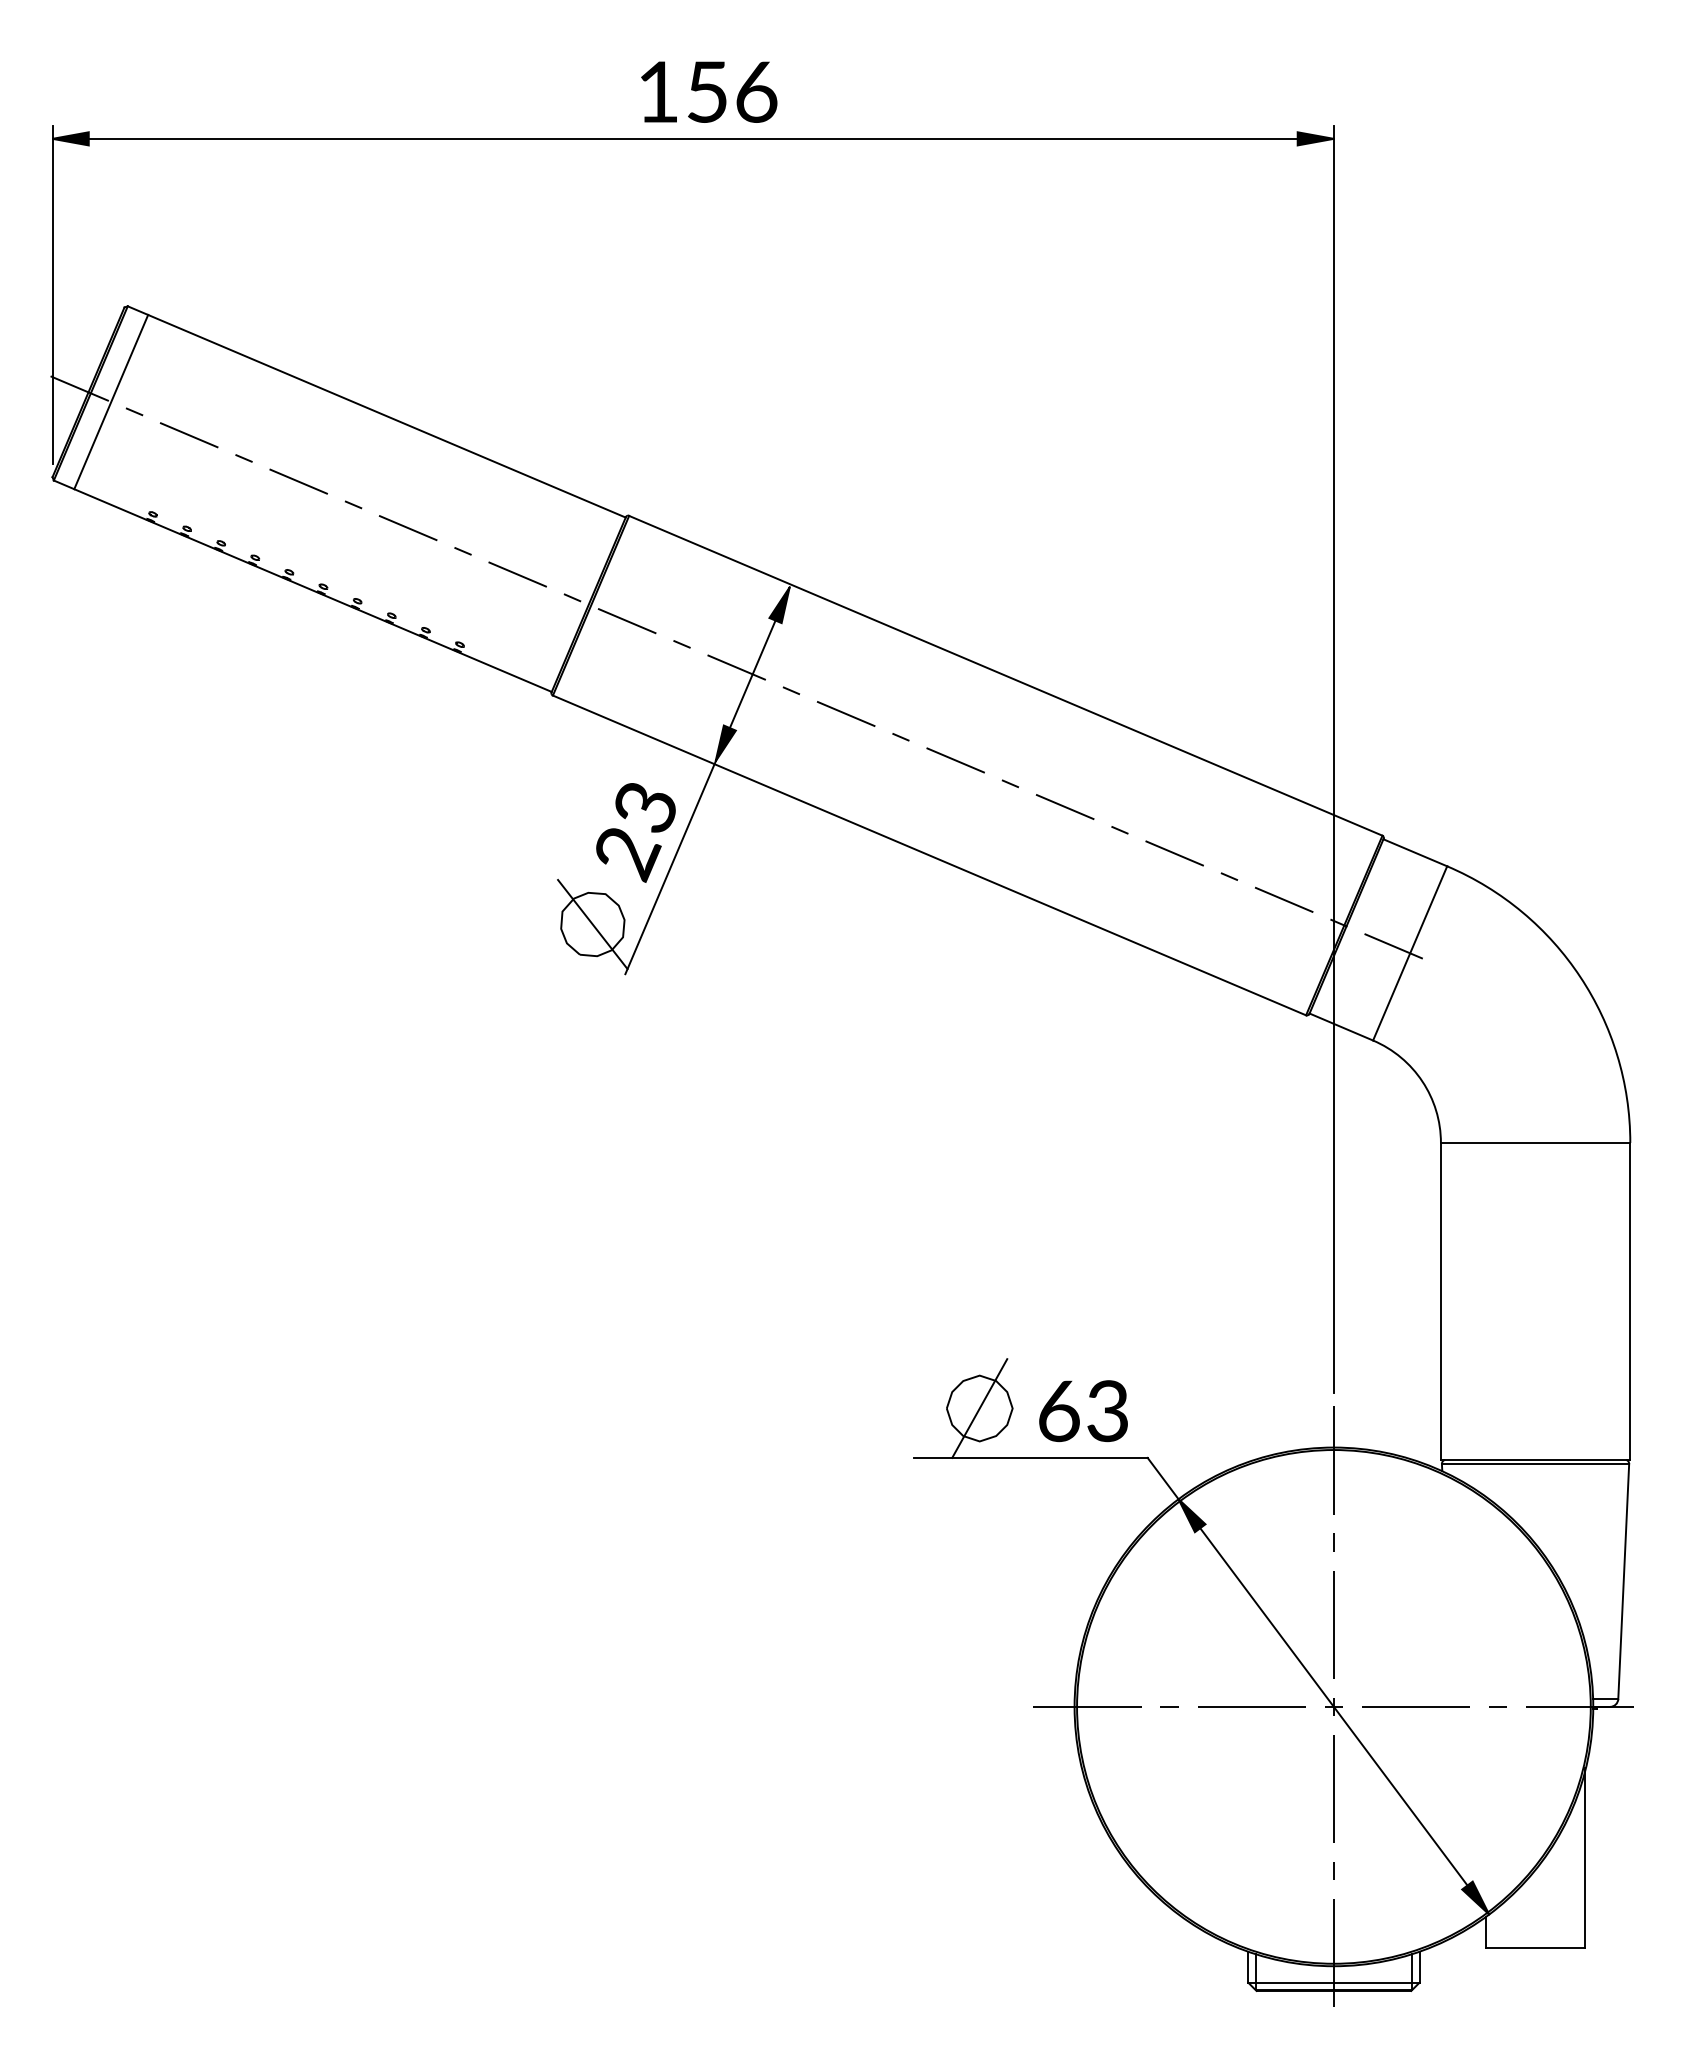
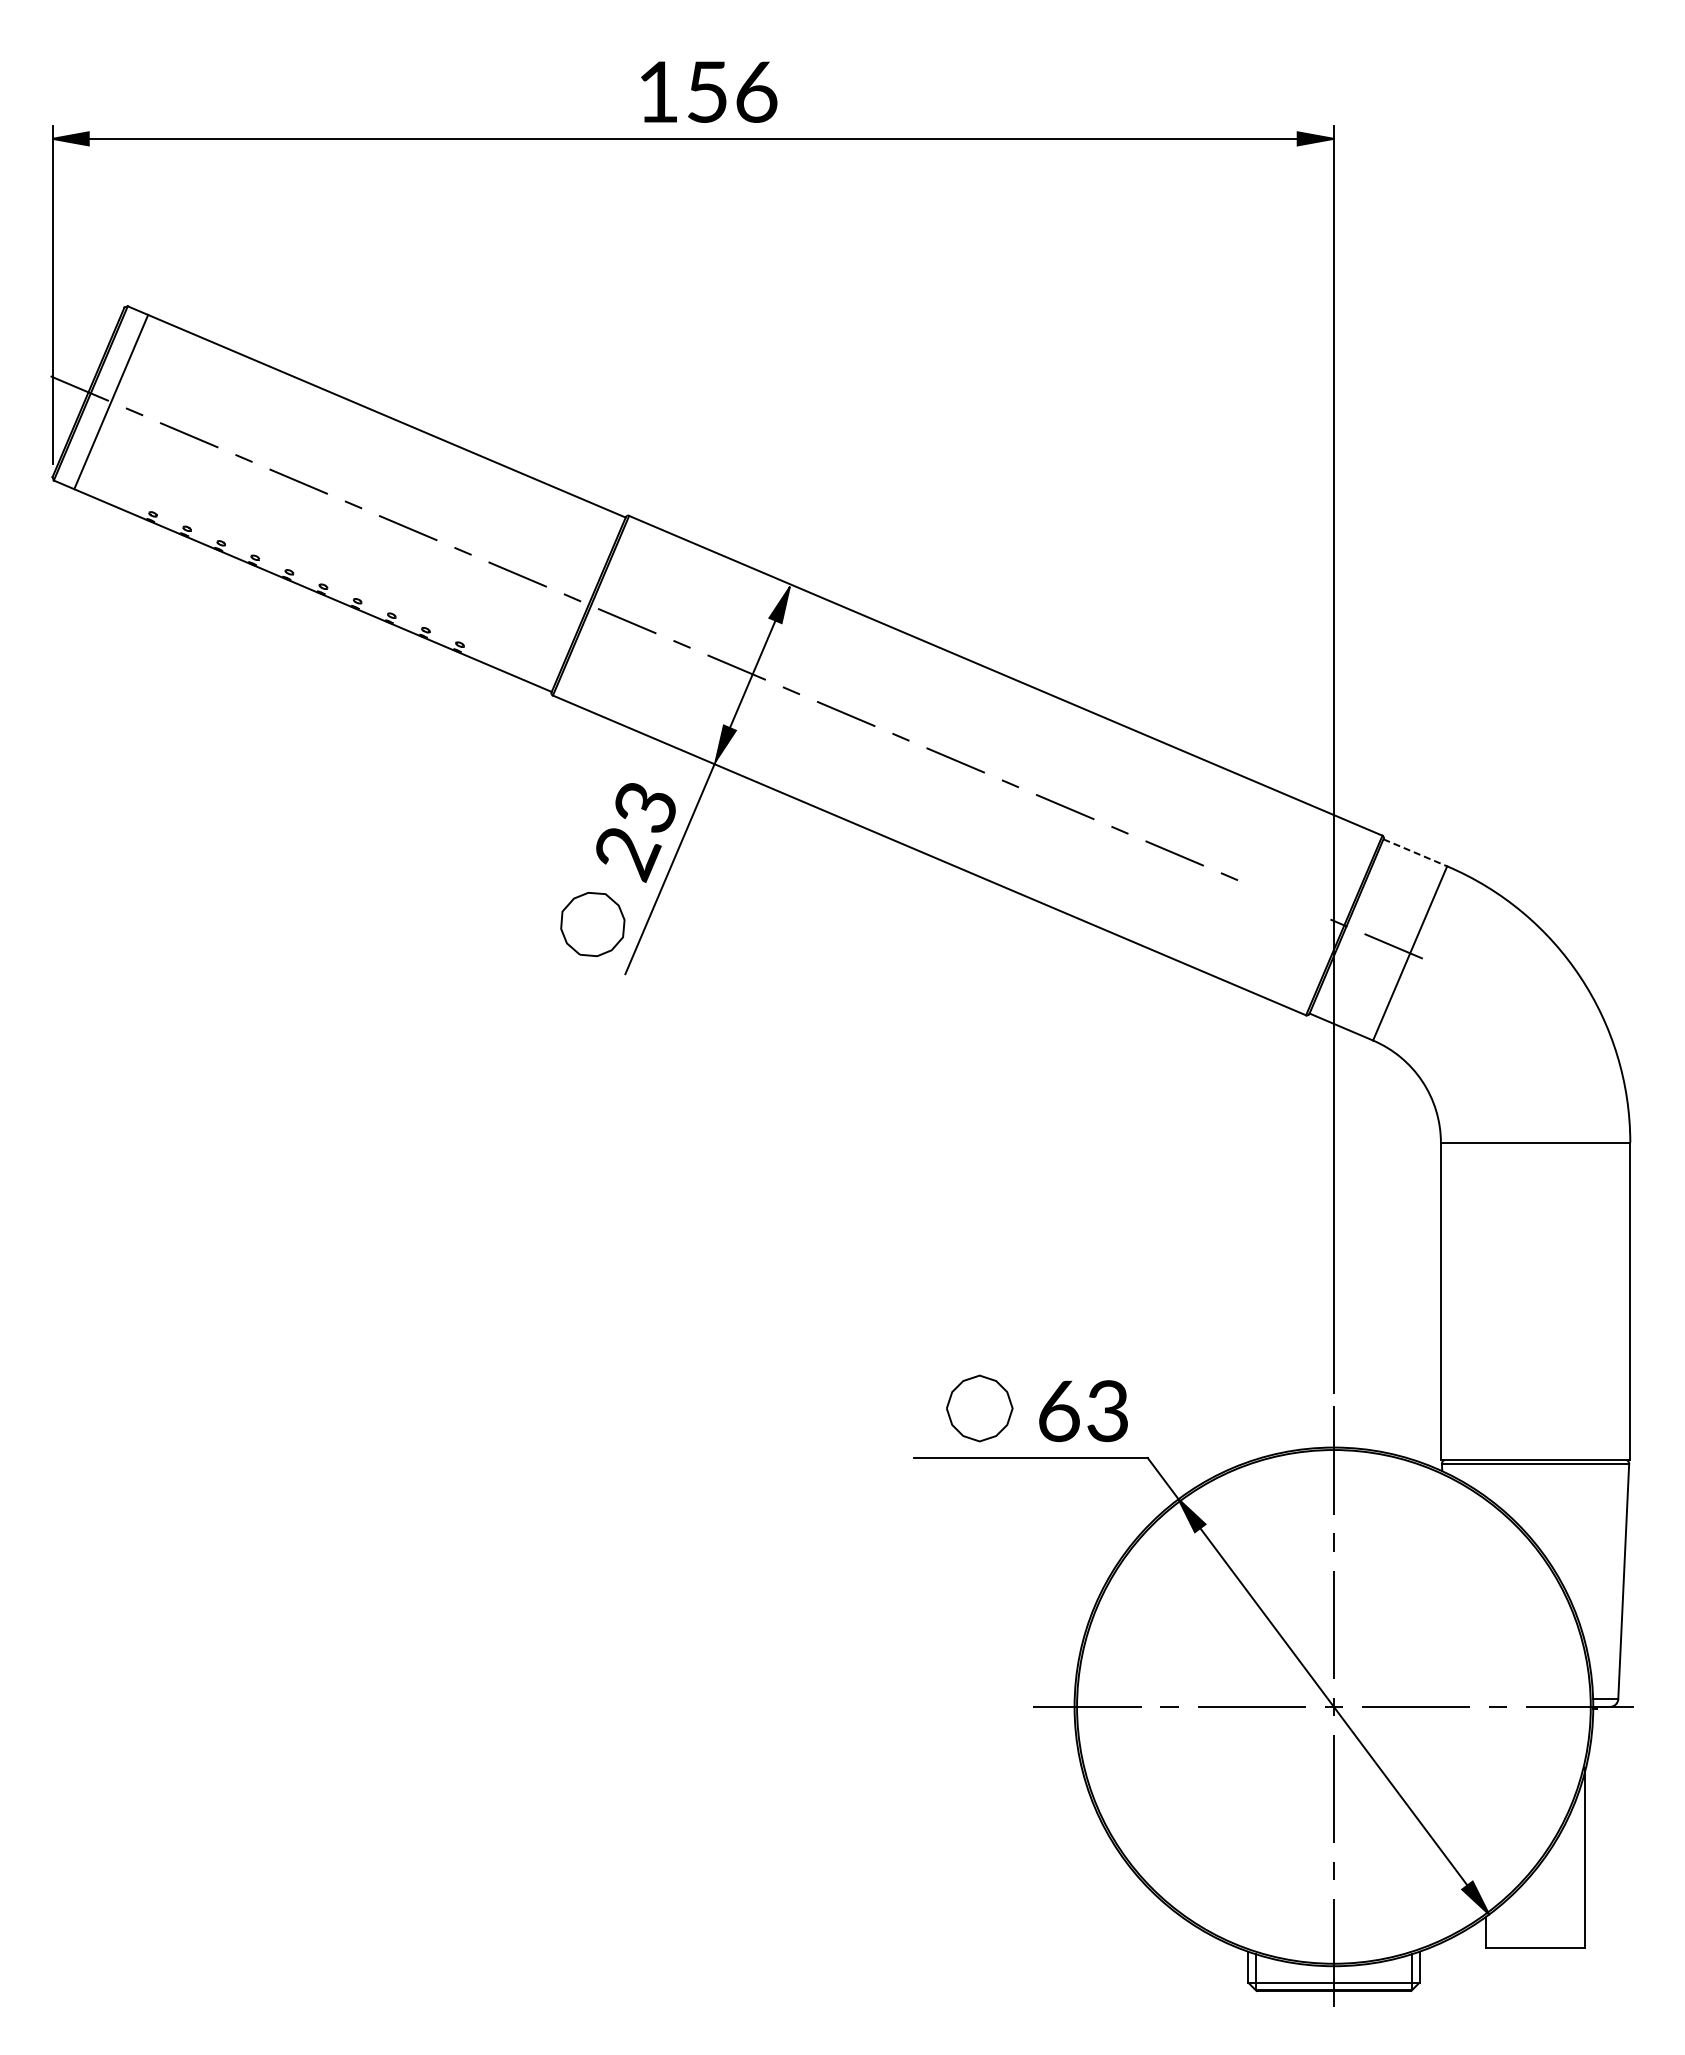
line at (1415, 852): solid -> dashed
line at (1283, 899): present -> none
line at (592, 924): present -> none
line at (979, 1408): present -> none
